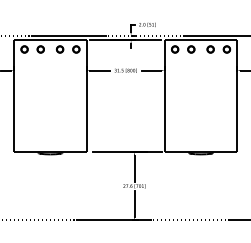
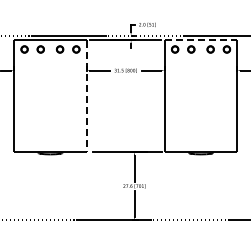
line at (201, 40): solid -> dashed
line at (86, 96): solid -> dashed
